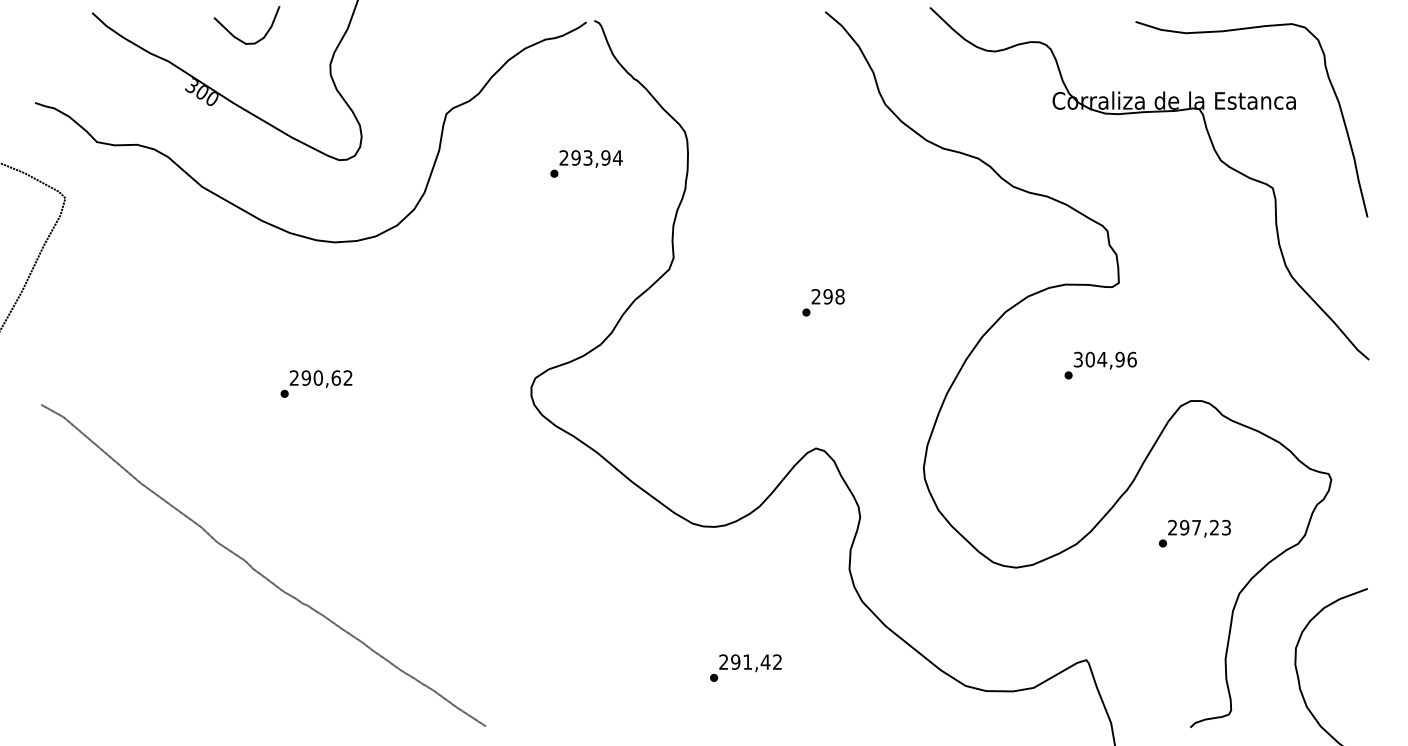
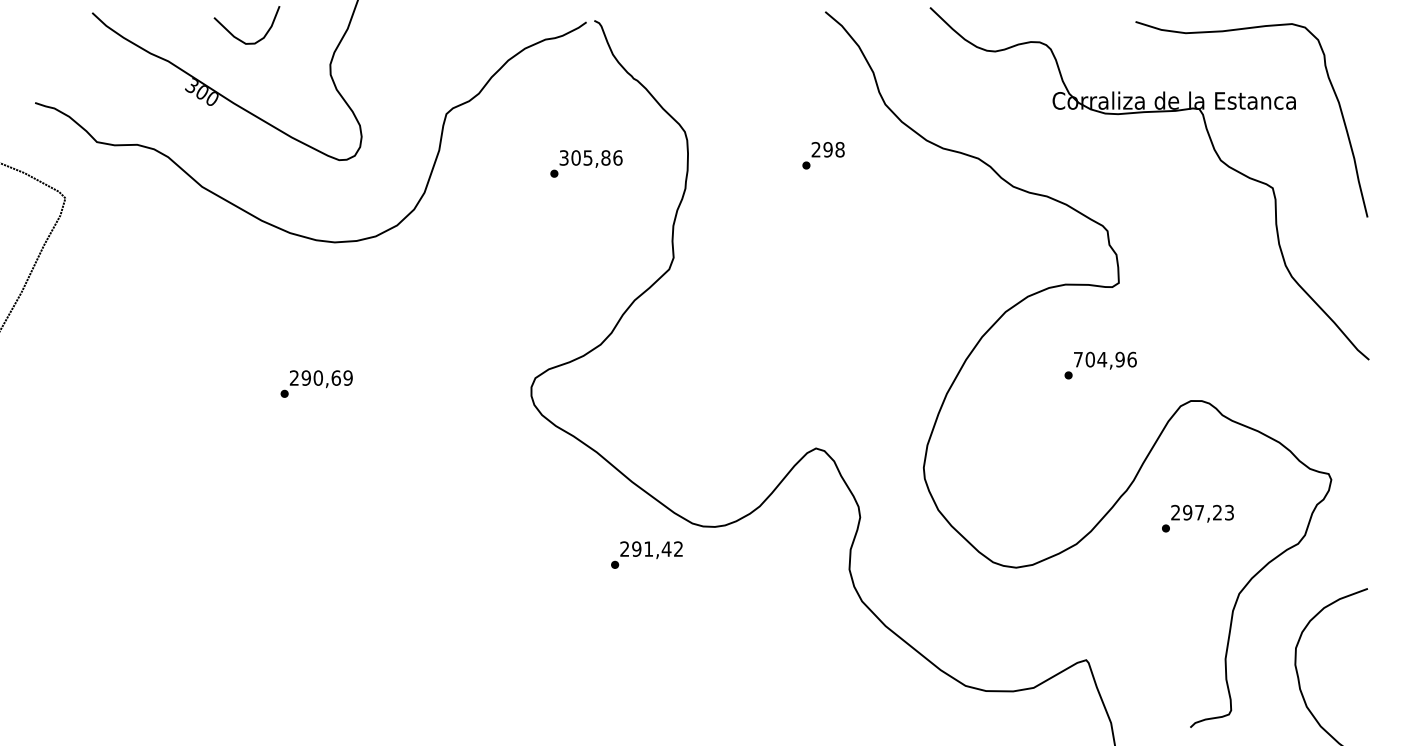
text at (590, 157): 293,94 -> 305,86
text at (823, 302) position: (823, 302) -> (823, 155)
text at (1077, 359): 304,96 -> 704,96
text at (347, 377): 290,62 -> 290,69
text at (1194, 533) position: (1194, 533) -> (1197, 518)
curve at (258, 571): present -> none
text at (745, 667) position: (745, 667) -> (646, 554)
